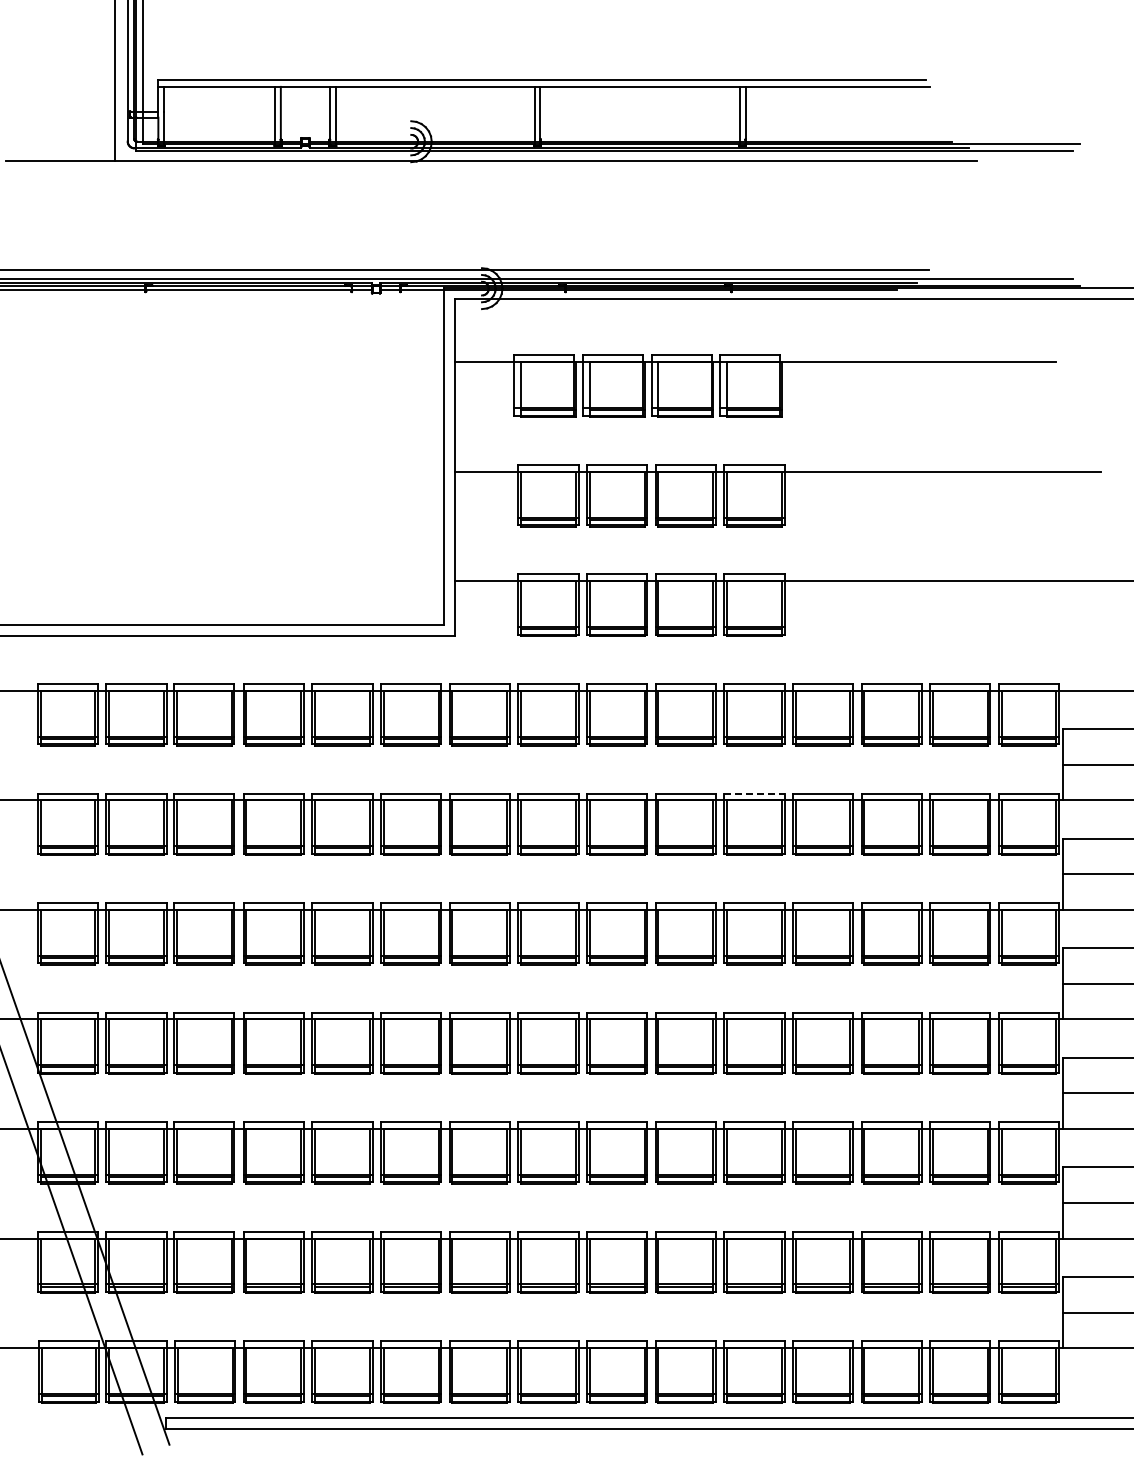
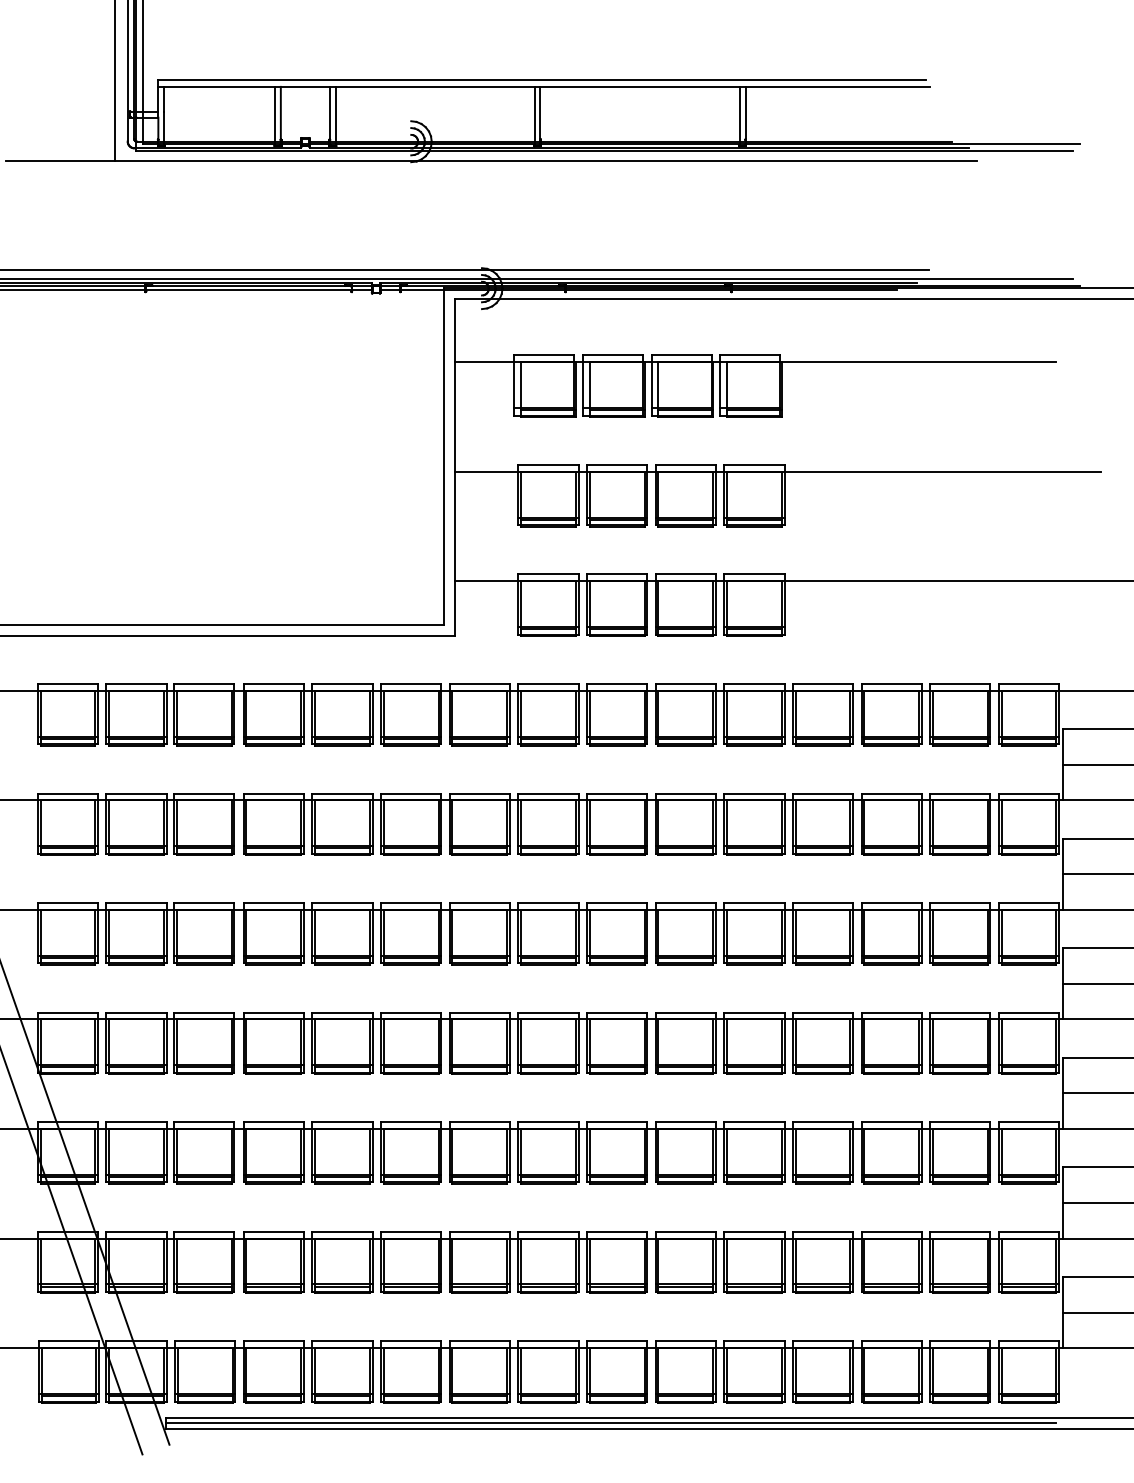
line at (754, 793): dashed -> solid
line at (610, 1423): none -> present
